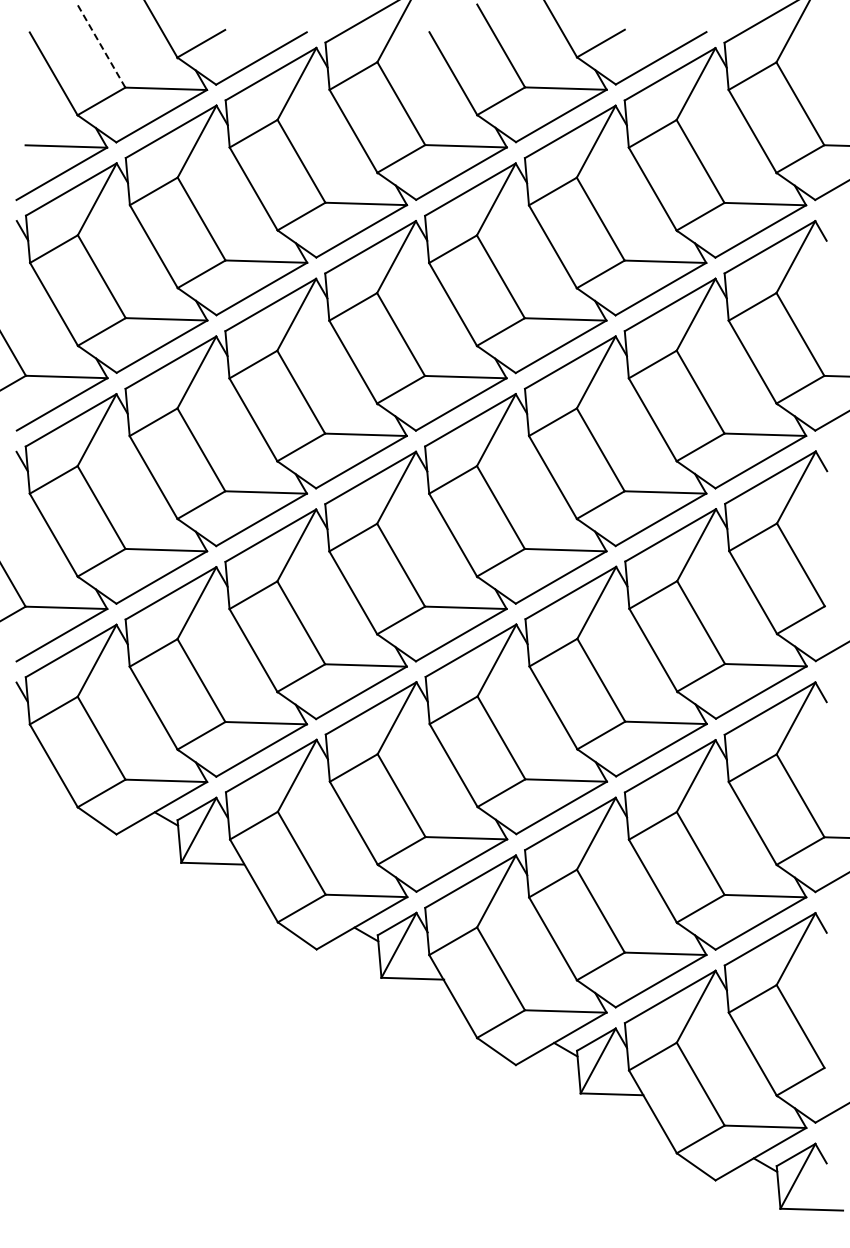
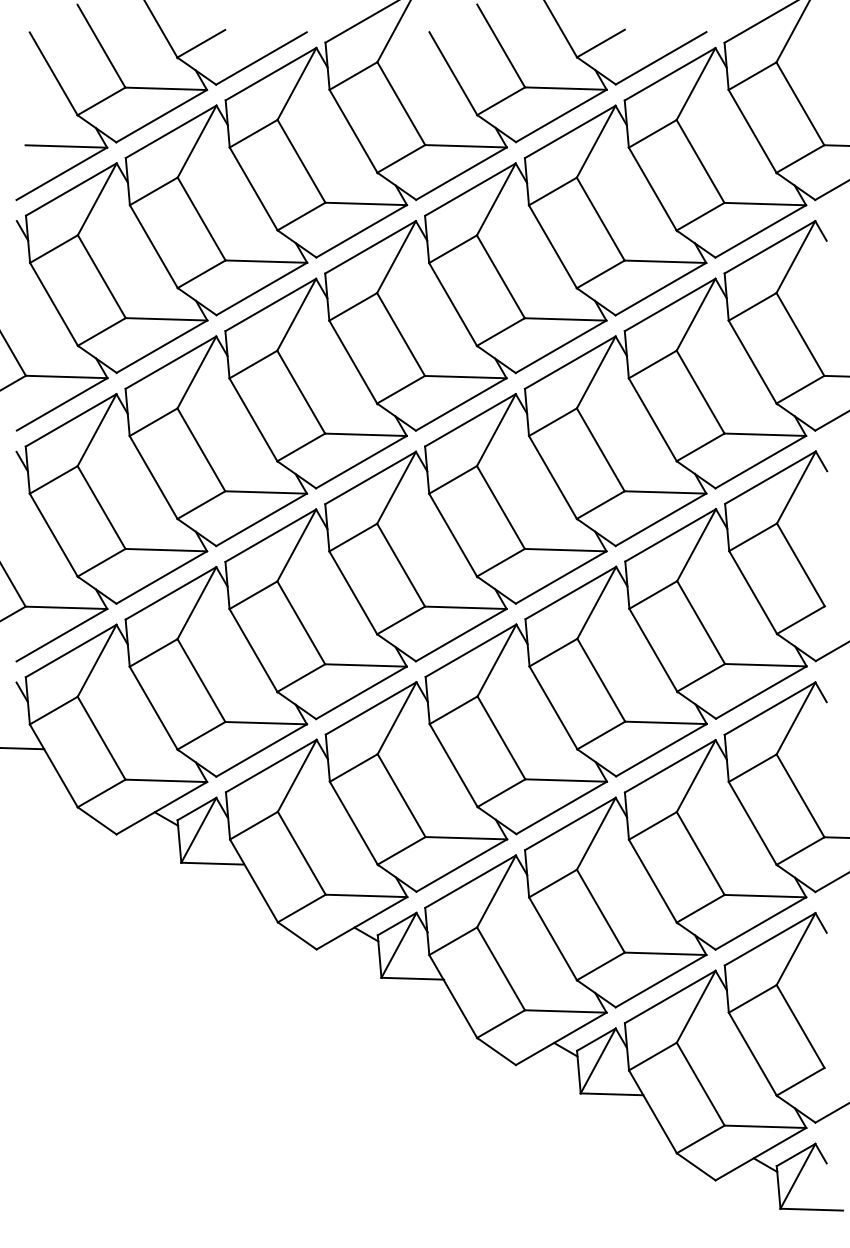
line at (101, 46): dashed -> solid
line at (23, 748): none -> present
